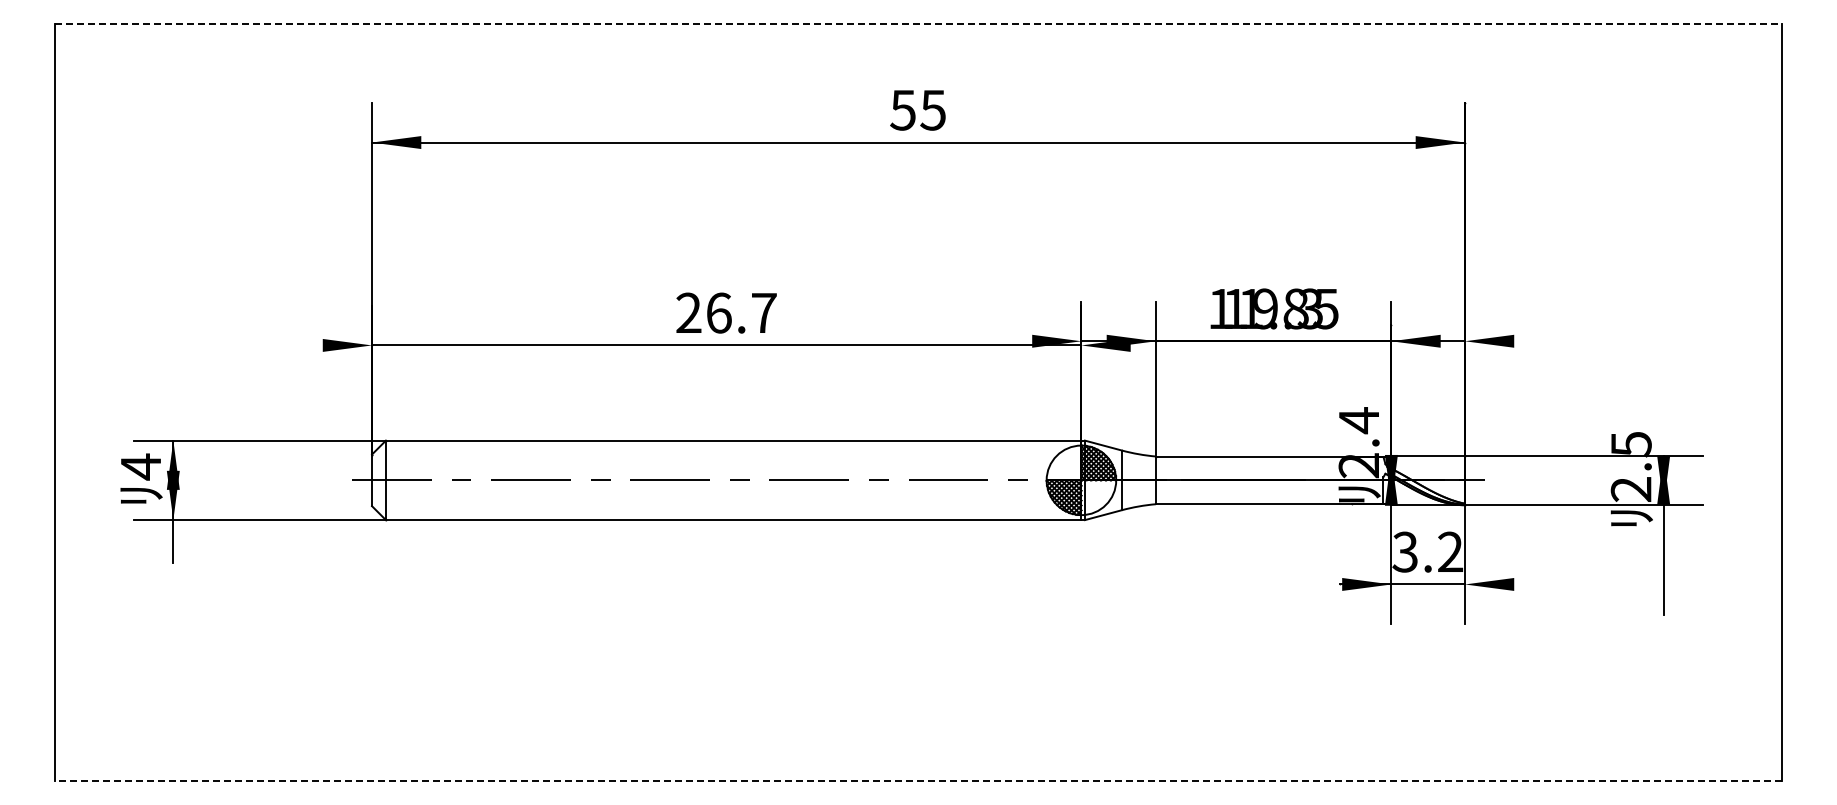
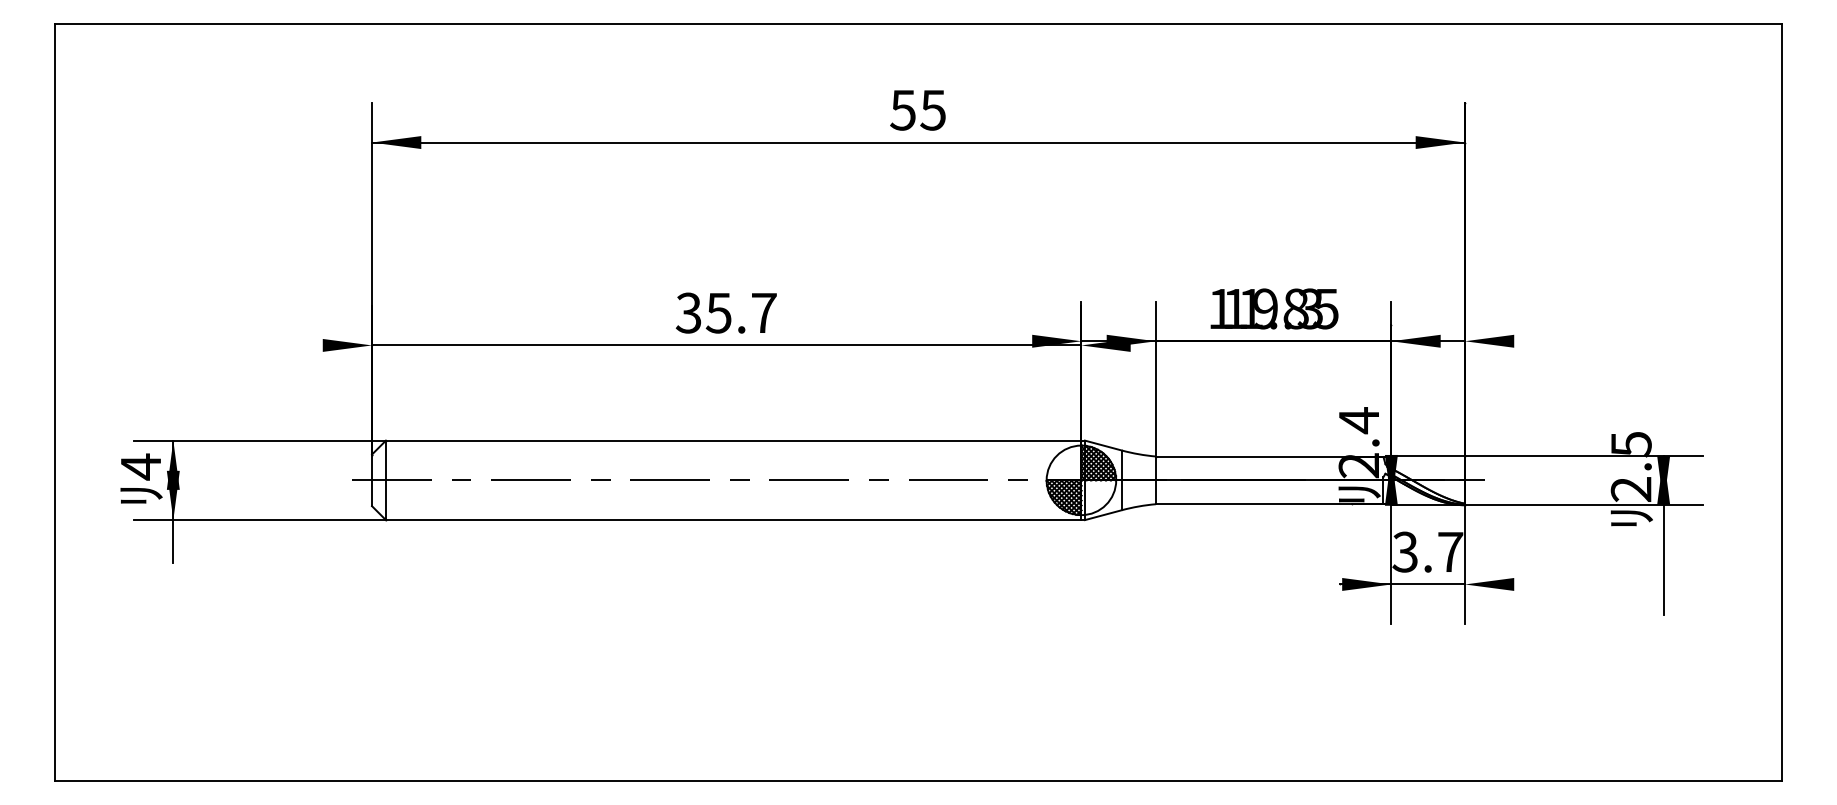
line at (918, 24): dashed -> solid
text at (703, 312): 26.7 -> 35.7
text at (1450, 551): 3.2 -> 3.7
line at (918, 780): dashed -> solid
